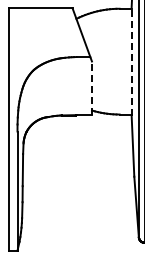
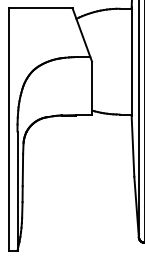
line at (131, 61): dashed -> solid
line at (91, 88): dashed -> solid
